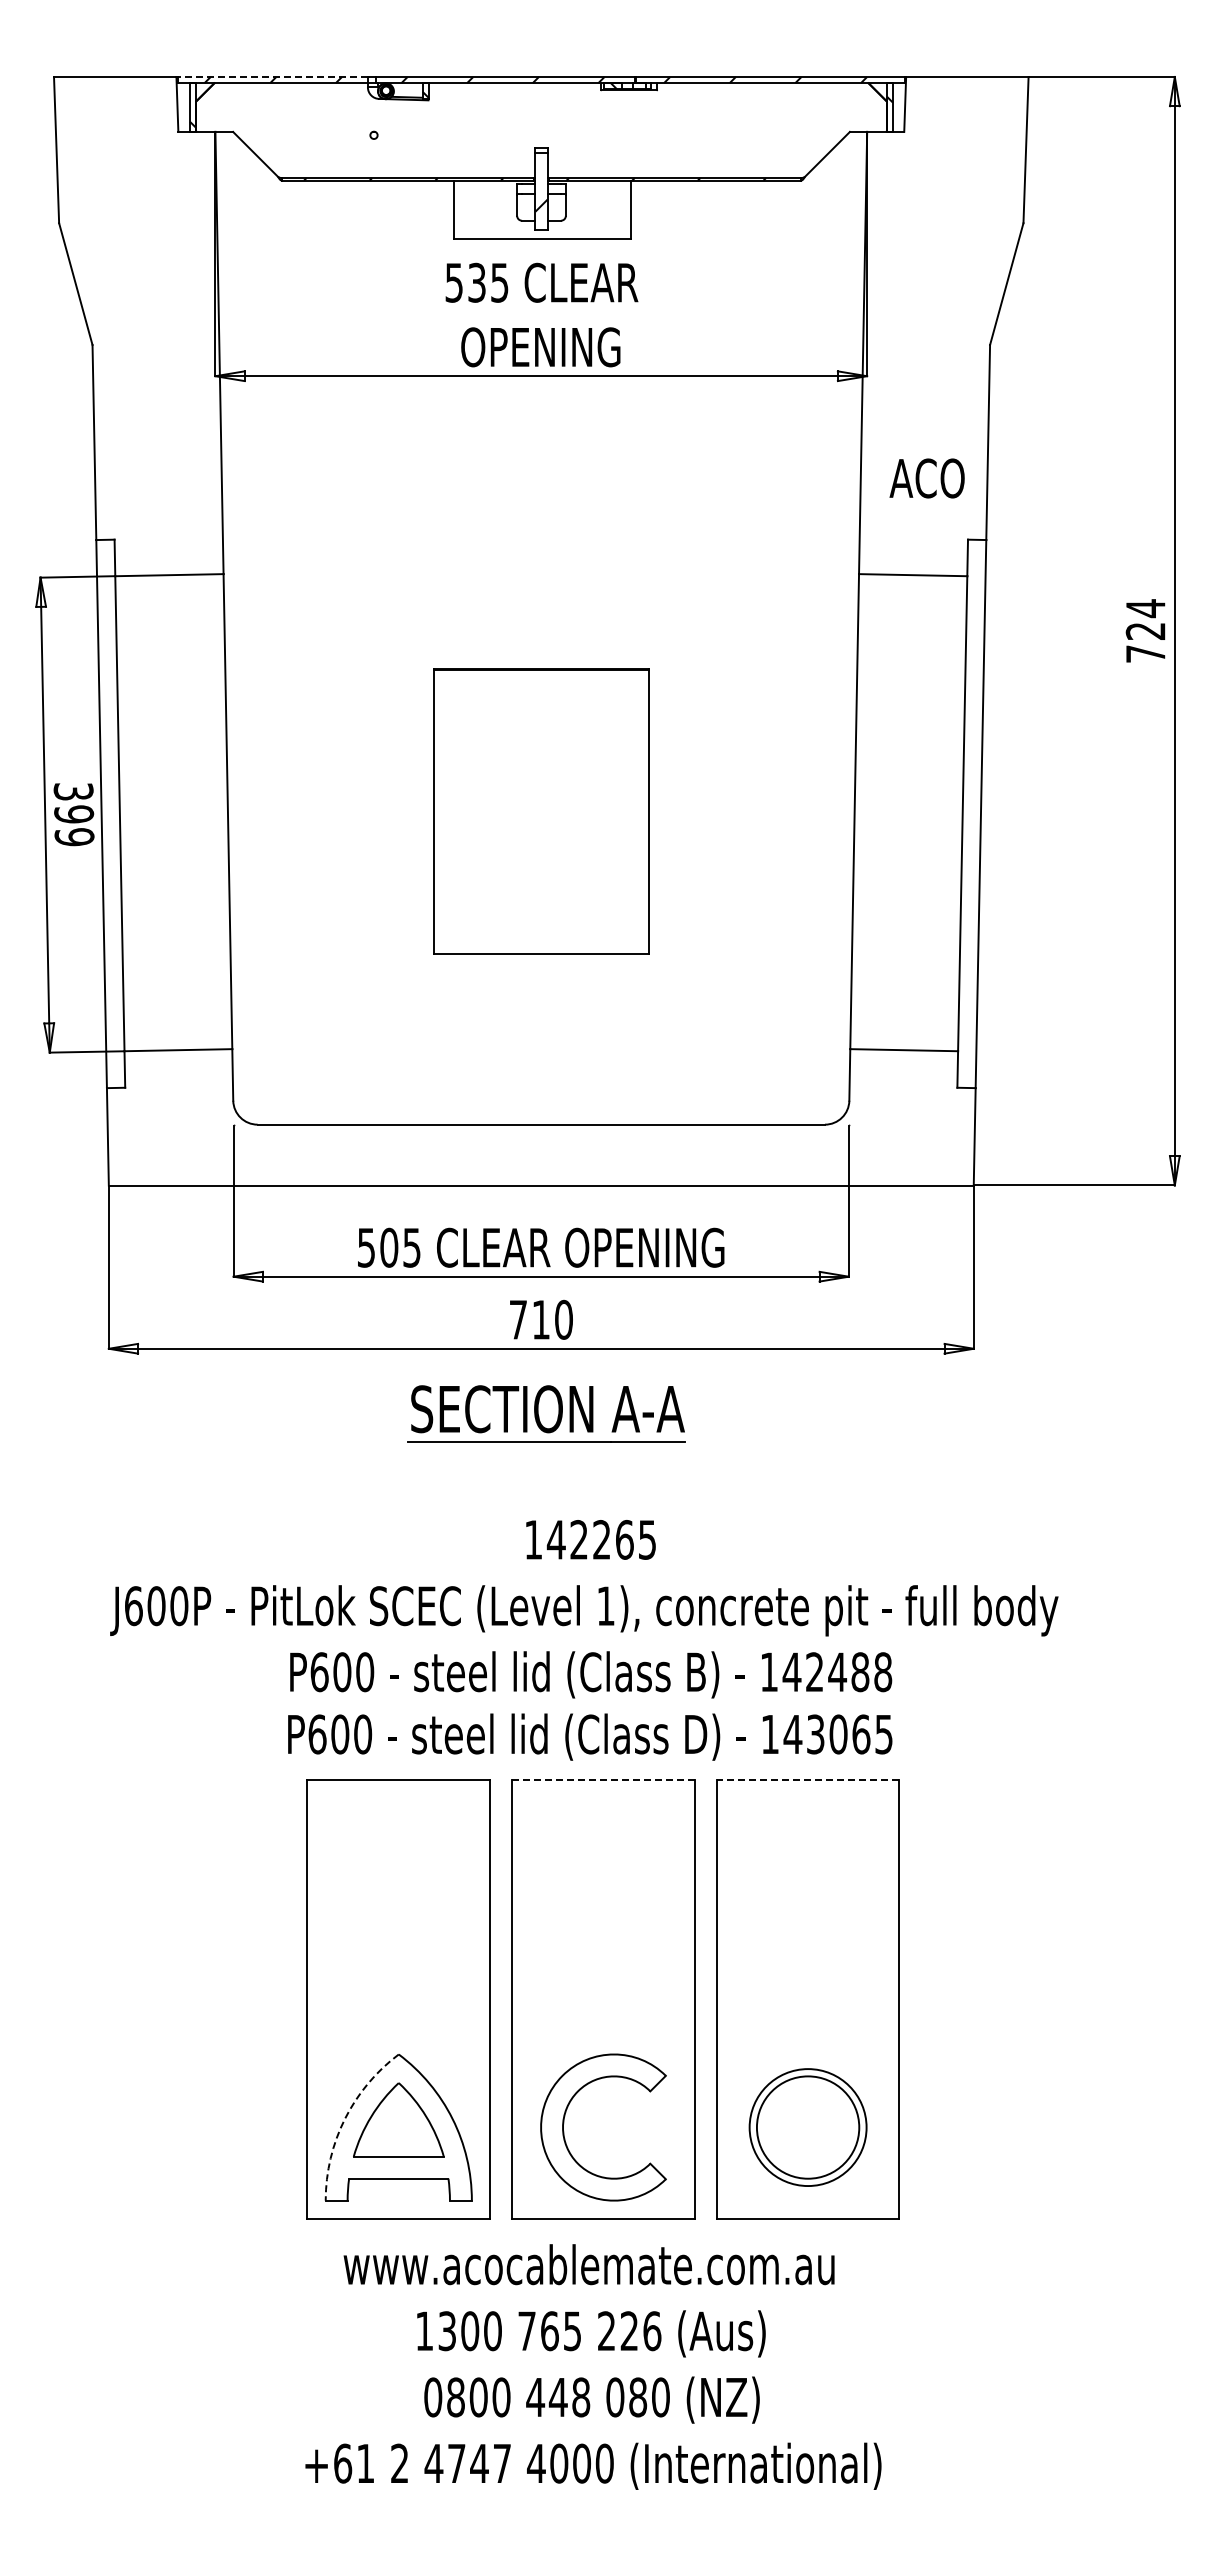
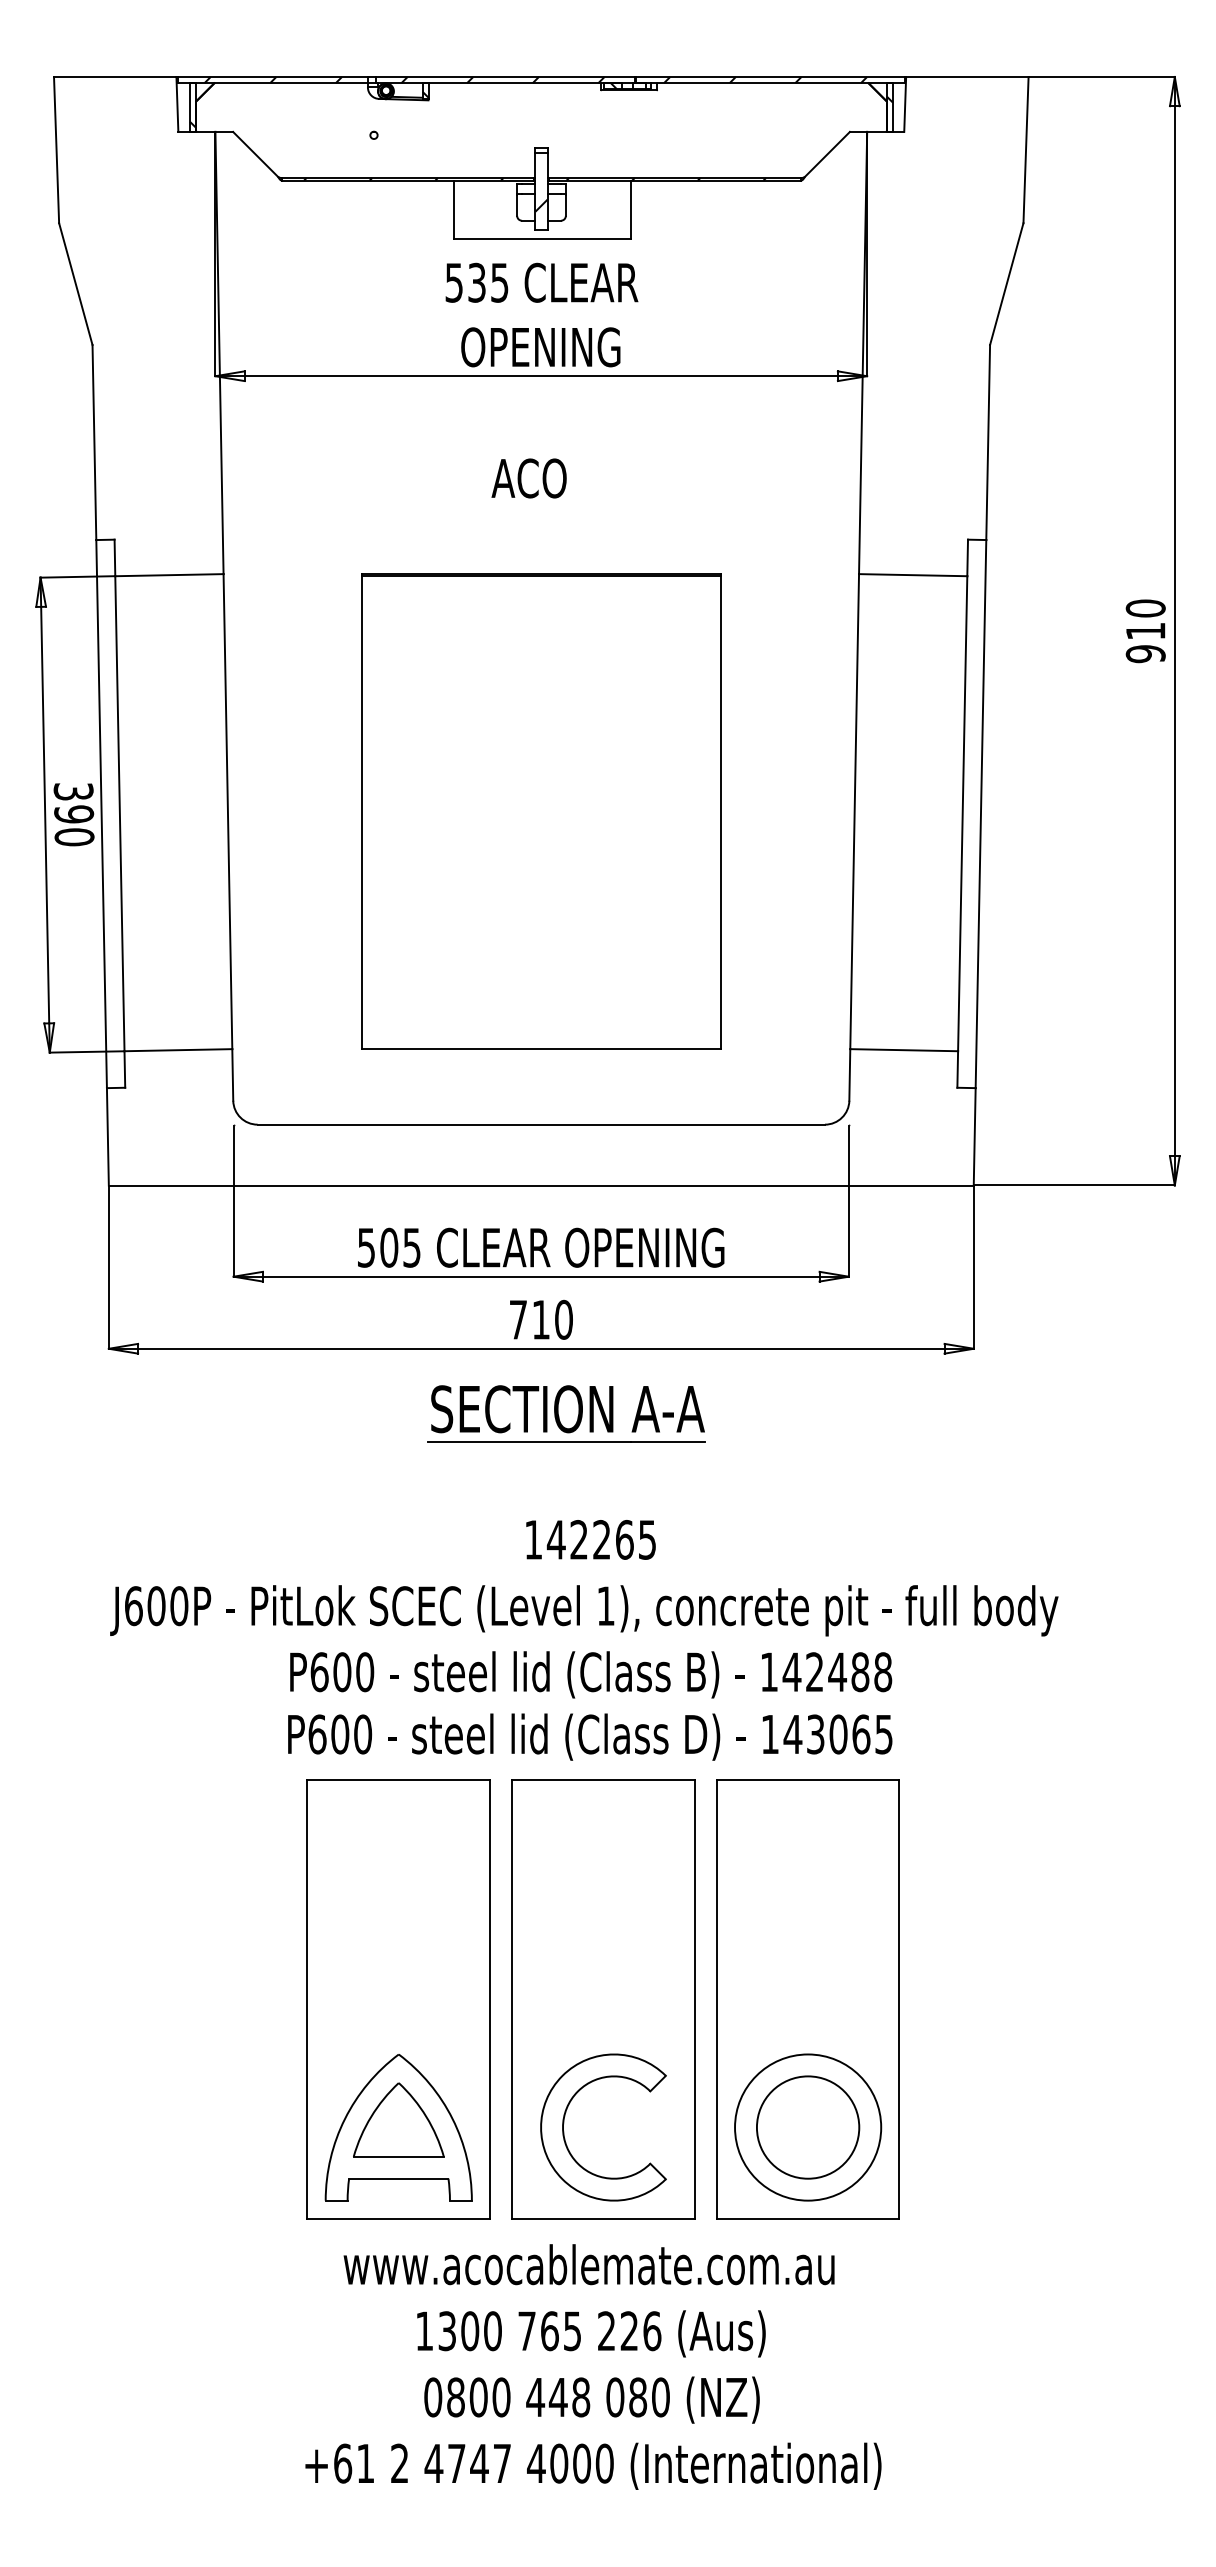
line at (272, 77): dashed -> solid
text at (926, 478) position: (926, 478) -> (528, 478)
text at (1145, 631): 724 -> 910
part at (541, 811) size: 217x287 px -> 361x477 px
text at (74, 837): 399 -> 390
part at (546, 1413) position: (546, 1413) -> (566, 1413)
line at (602, 1780): dashed -> solid
line at (807, 1780): dashed -> solid
arc at (345, 2118): dashed -> solid
circle at (807, 2127) diameter: 117 px -> 146 px
